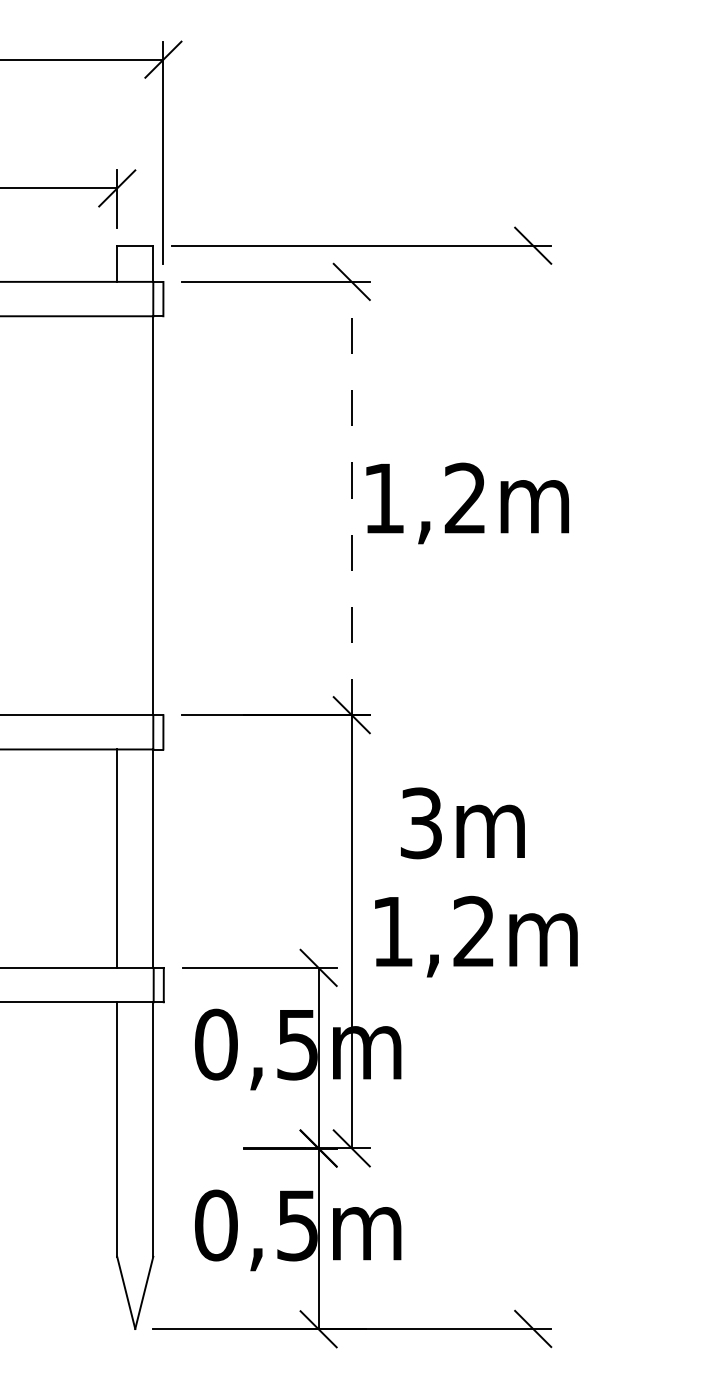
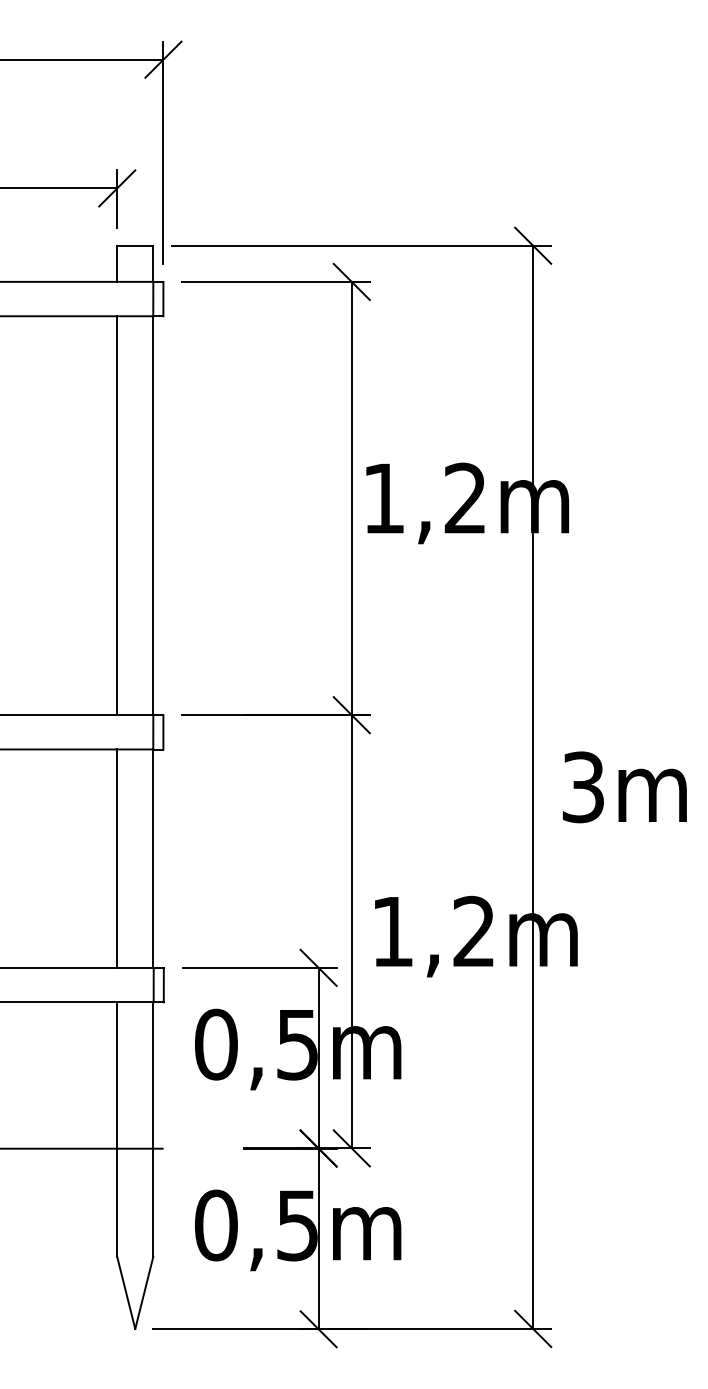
line at (351, 498): dashed -> solid
line at (117, 515): none -> present
line at (533, 786): none -> present
text at (462, 823) position: (462, 823) -> (624, 787)
line at (82, 1148): none -> present
